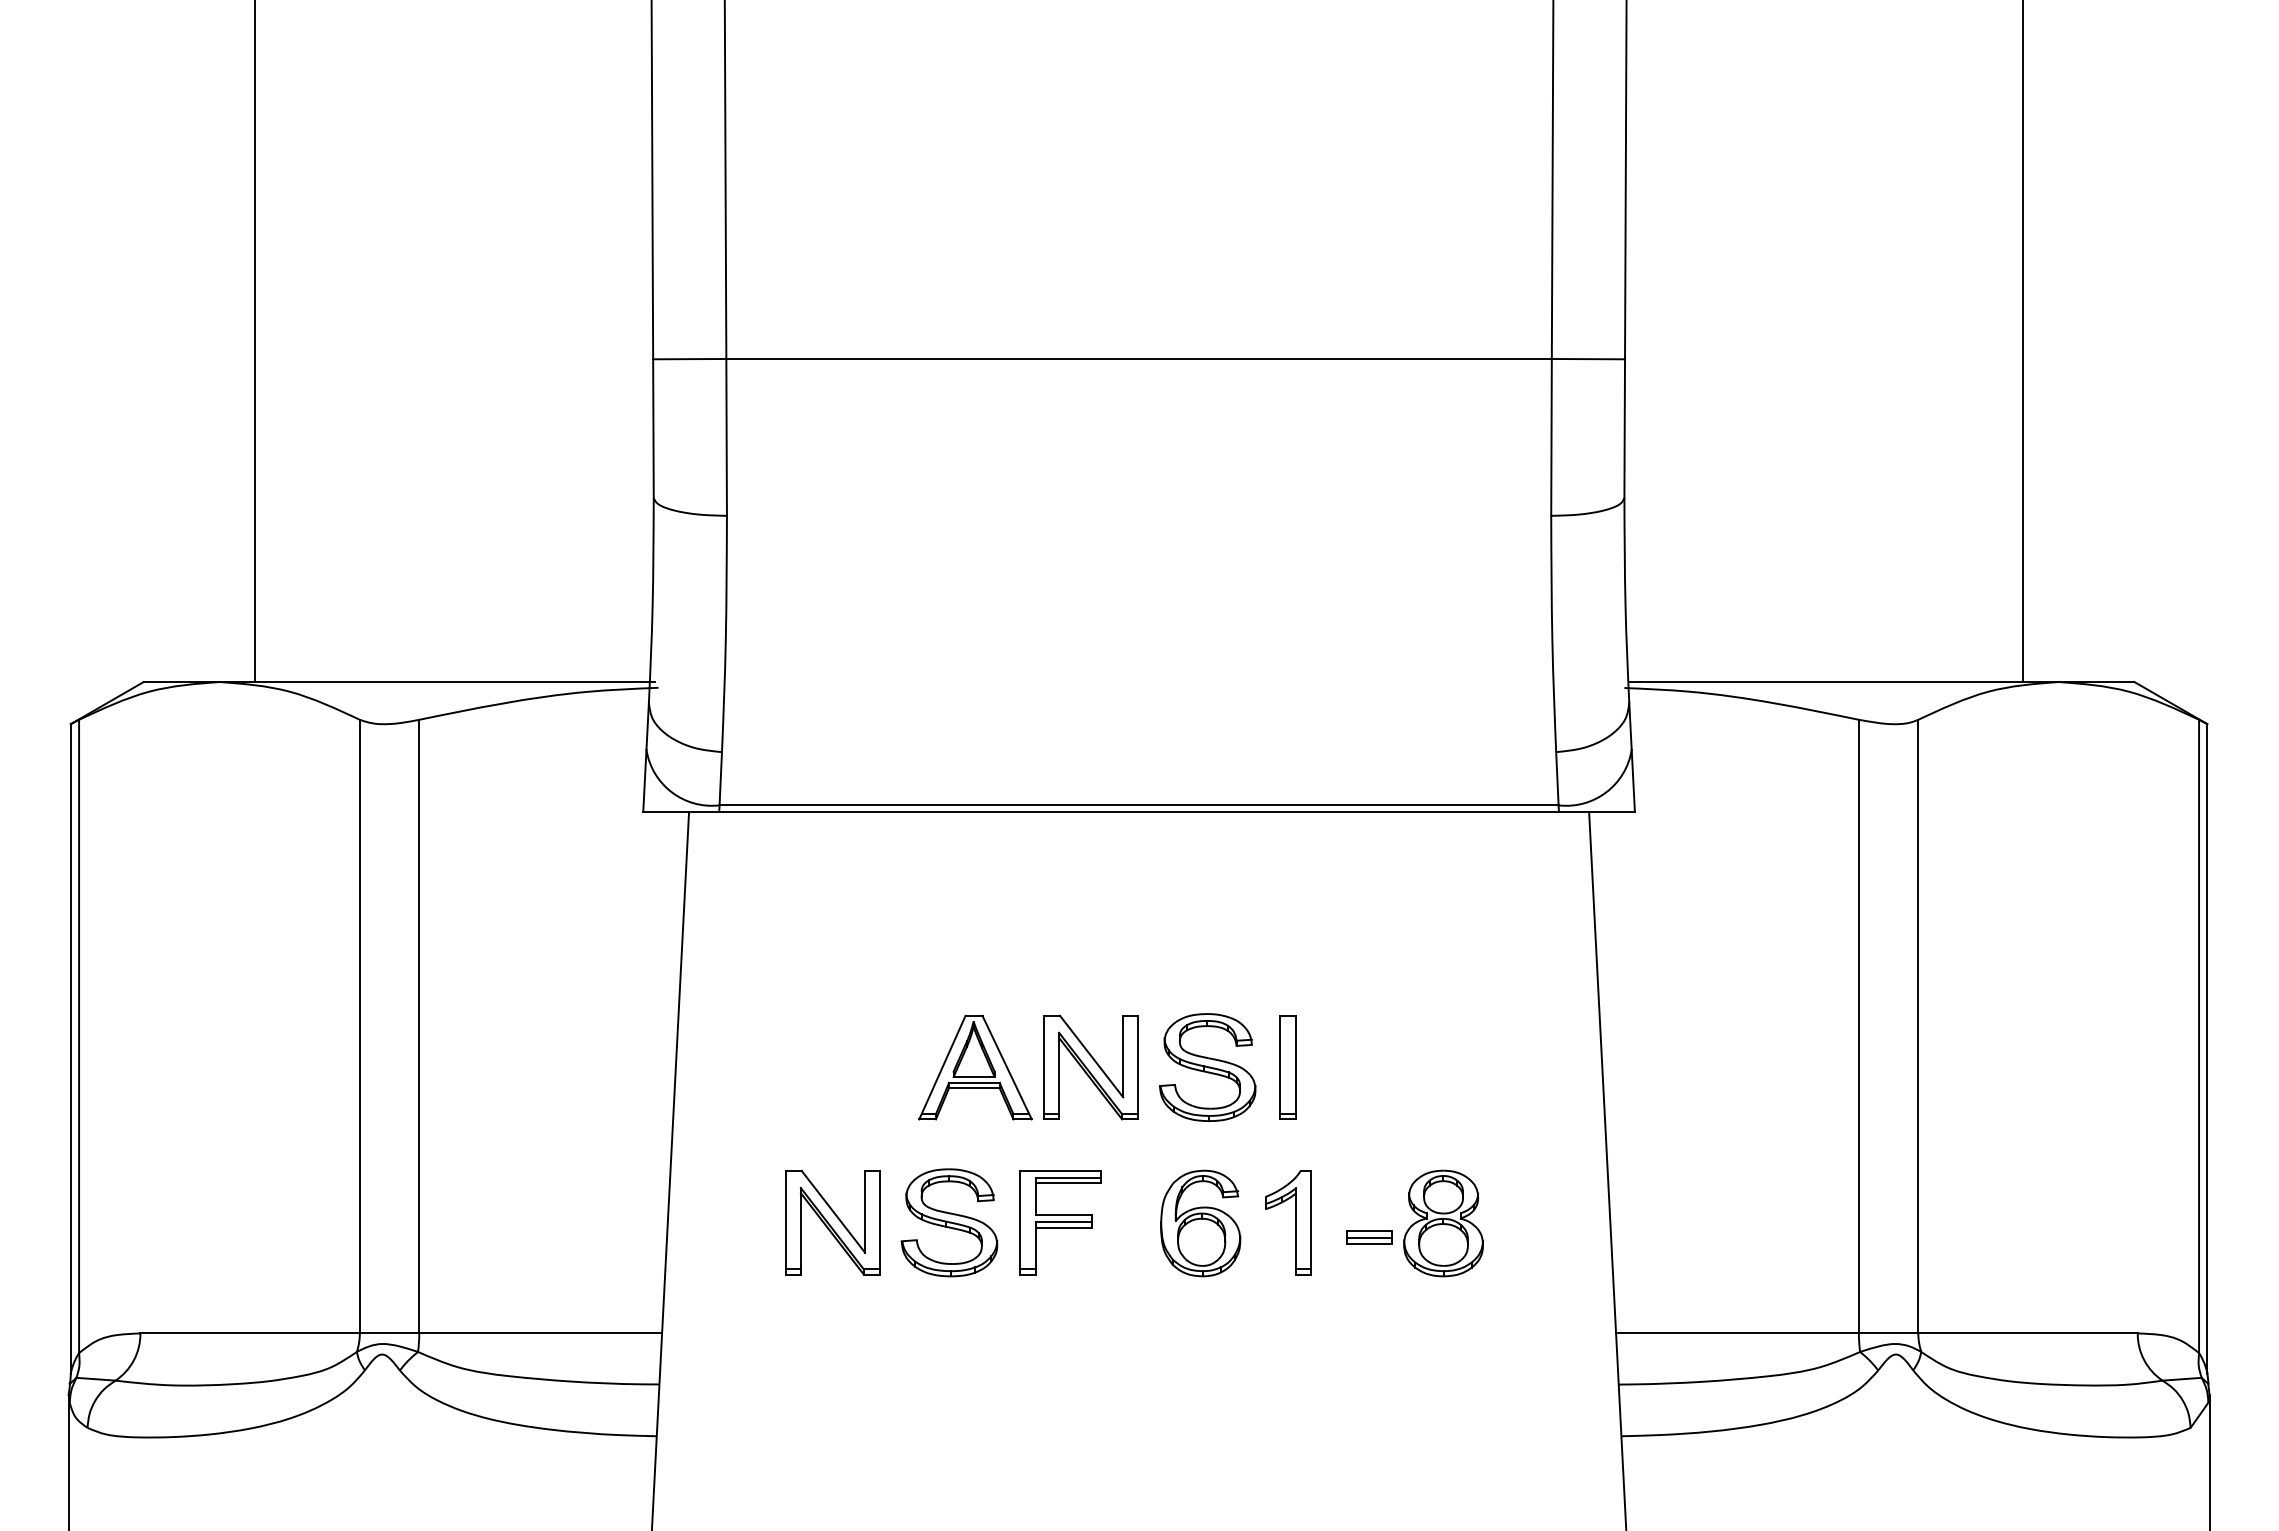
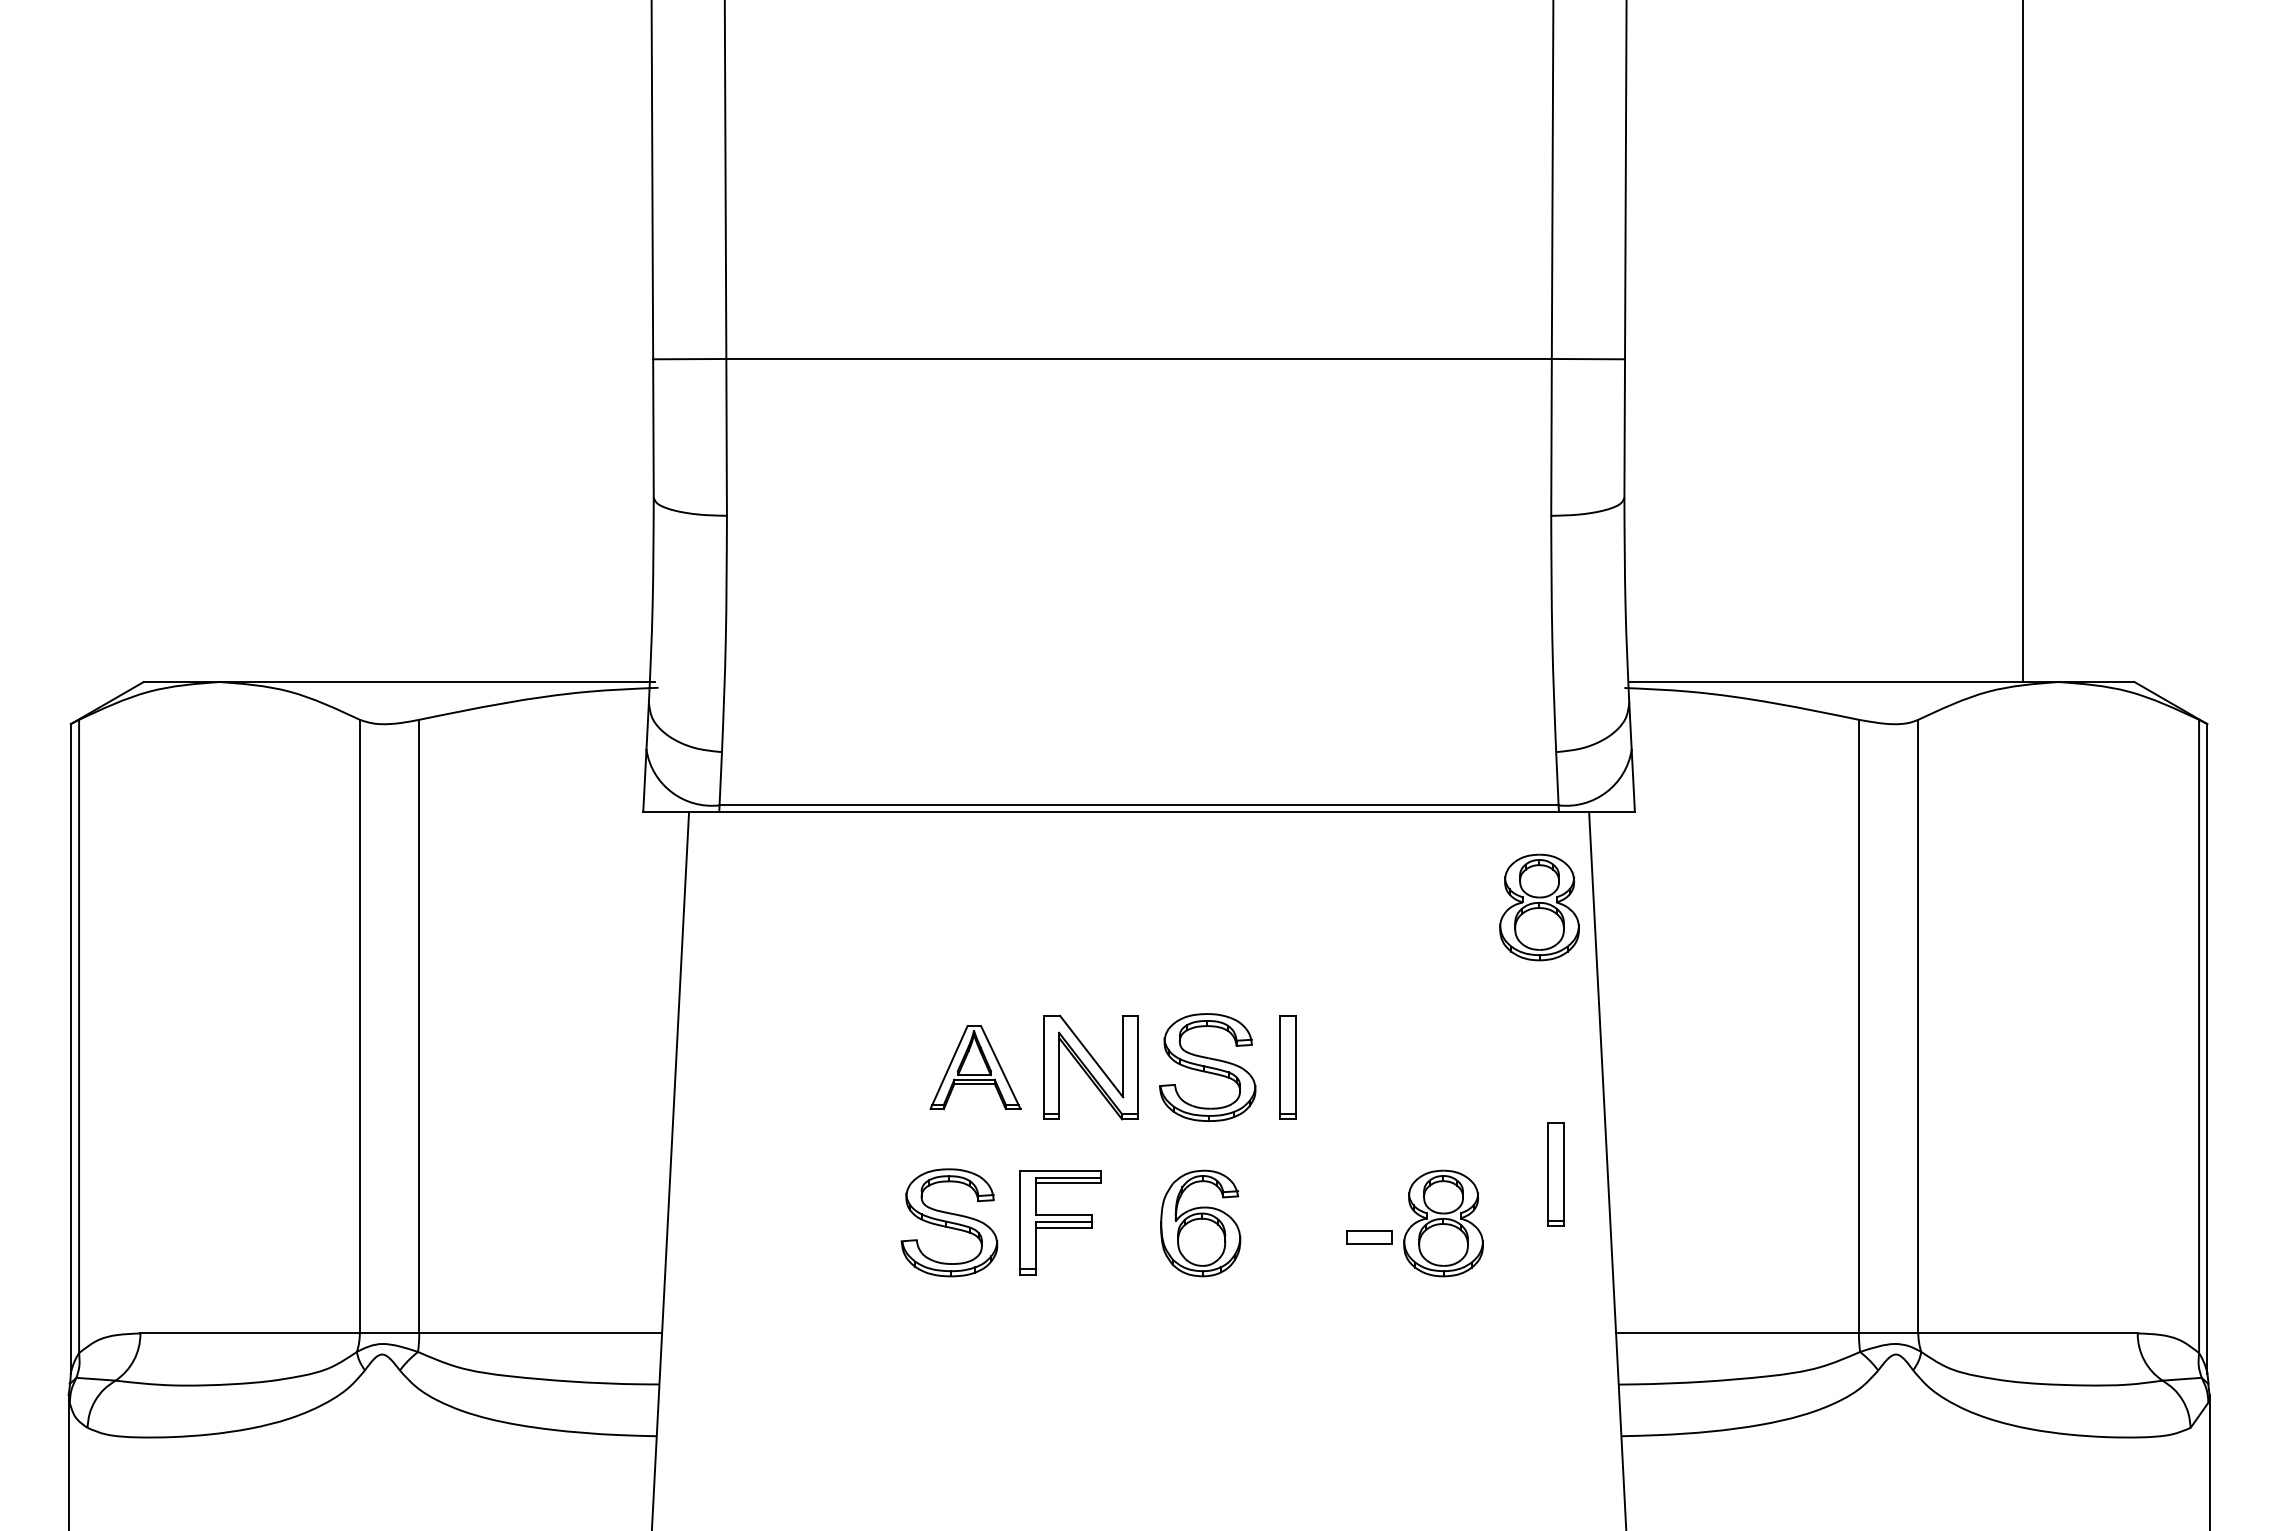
line at (255, 342): present -> none
part at (1539, 907): none -> present
part at (975, 1067) size: 115x107 px -> 93x85 px
part at (1555, 1174): none -> present
part at (832, 1222): present -> none
part at (1295, 1222): present -> none
line at (1369, 1238): present -> none
